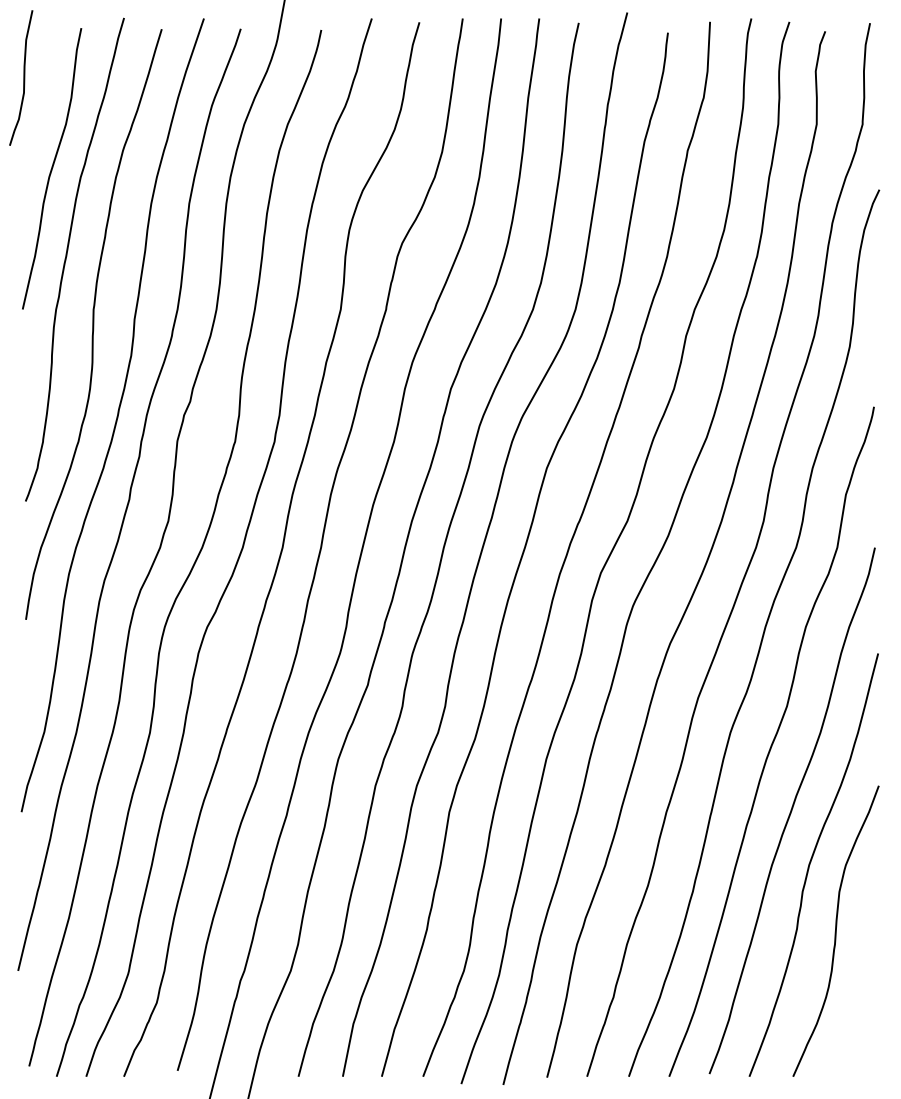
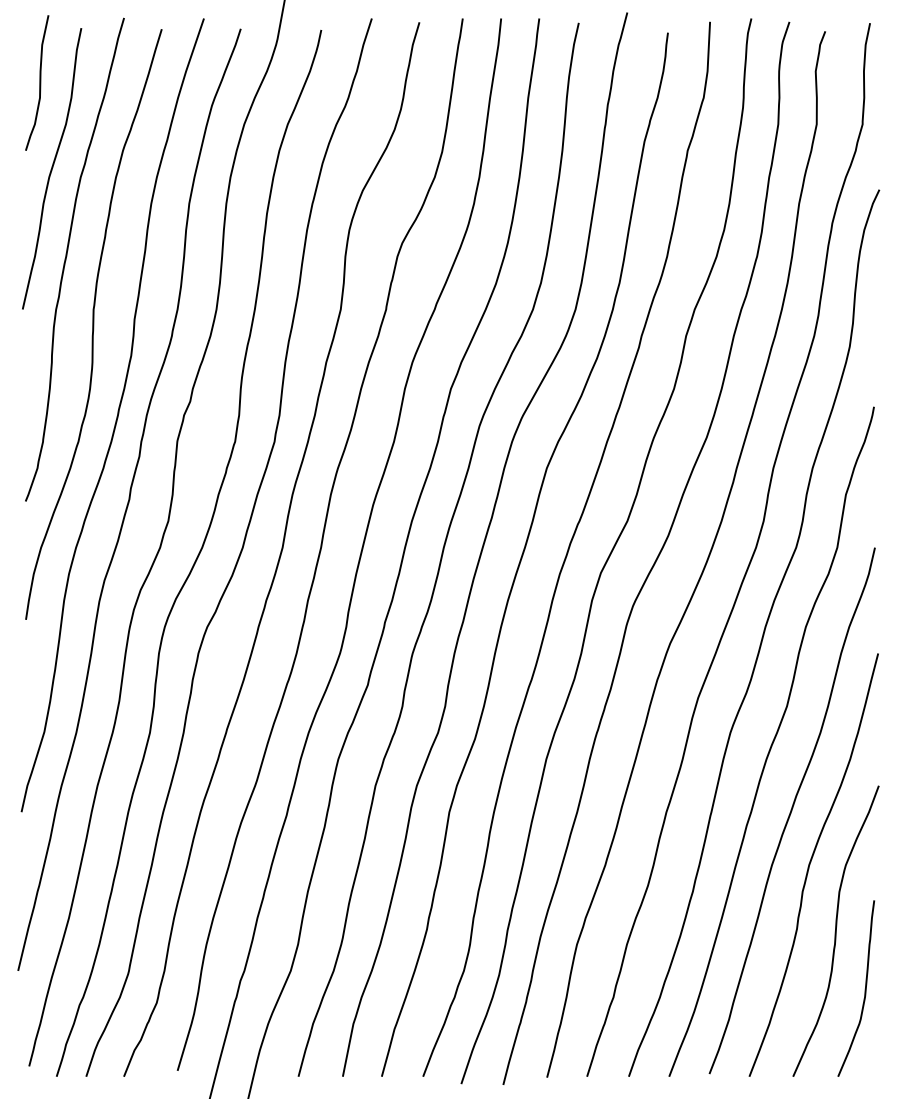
curve at (23, 77) position: (23, 77) -> (39, 82)
curve at (864, 989): none -> present
